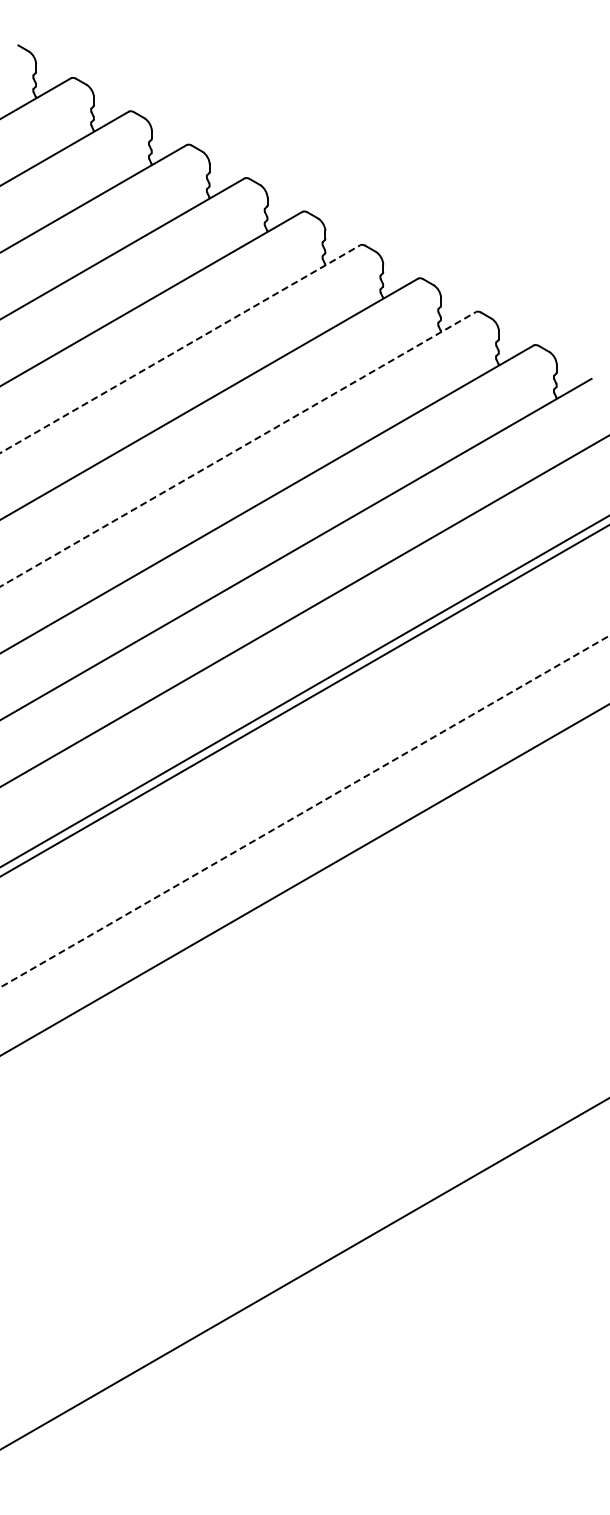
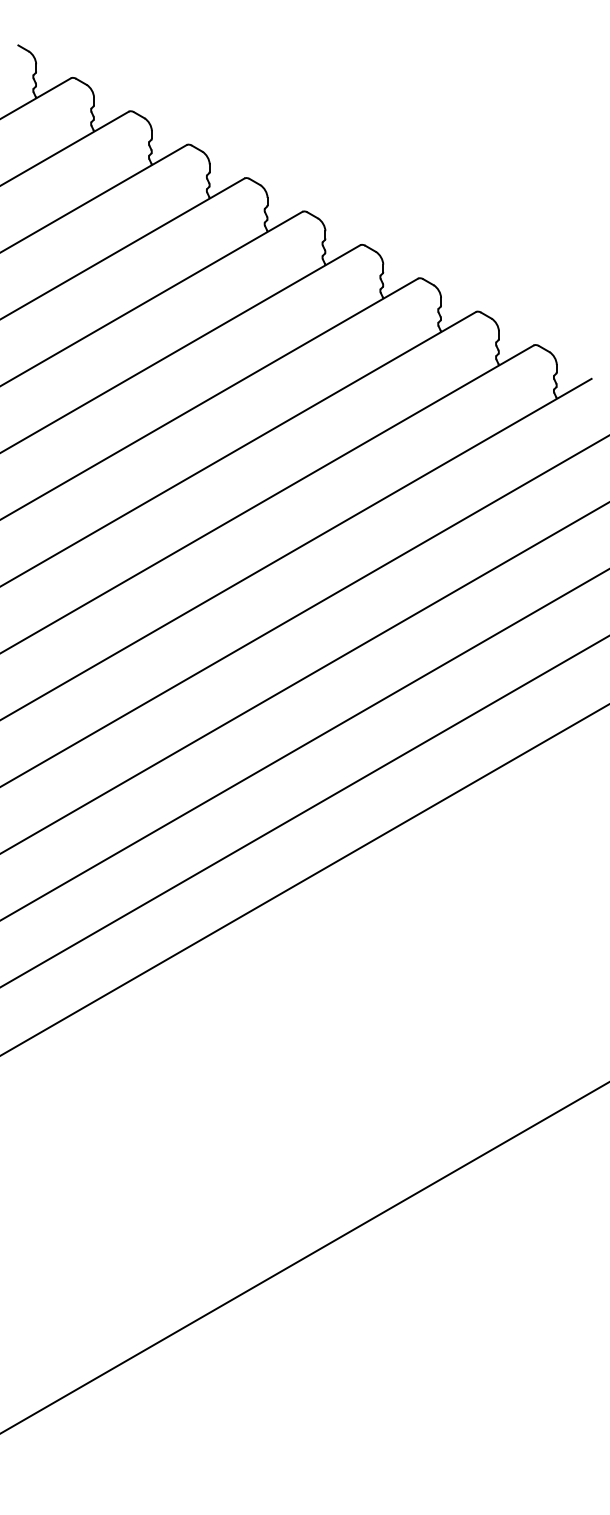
line at (180, 349): dashed -> solid
line at (238, 449): dashed -> solid
line at (304, 691) position: (304, 691) -> (304, 677)
line at (304, 700) position: (304, 700) -> (304, 744)
line at (305, 811): dashed -> solid
line at (304, 1273) position: (304, 1273) -> (304, 1257)
